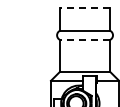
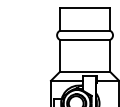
line at (85, 7): dashed -> solid
line at (85, 40): dashed -> solid
